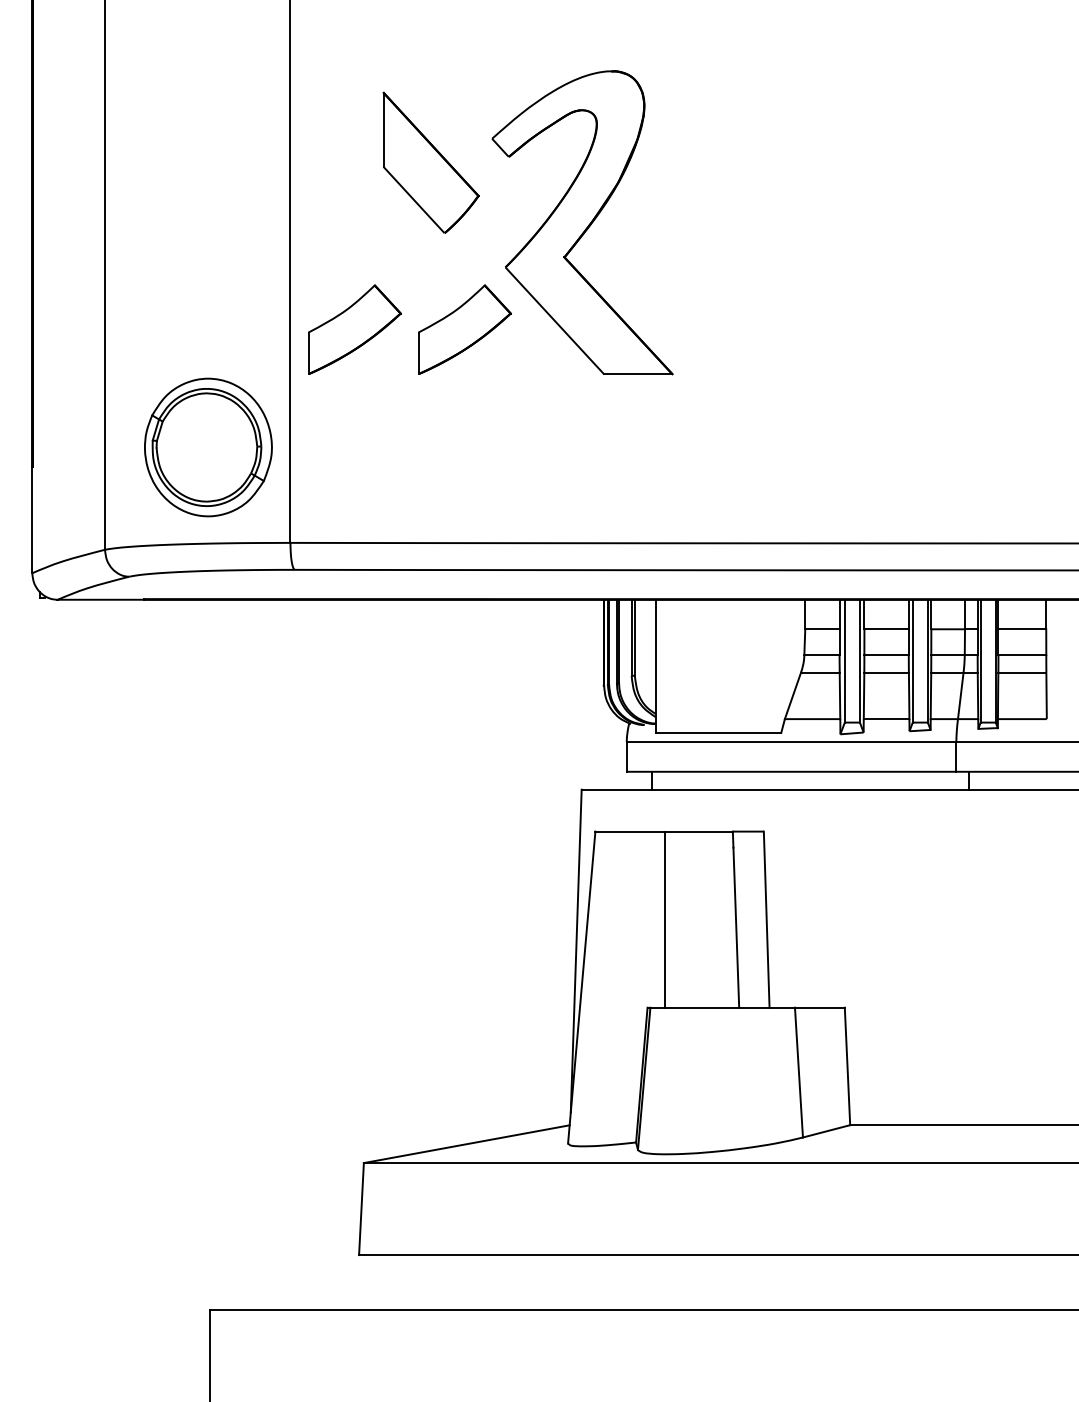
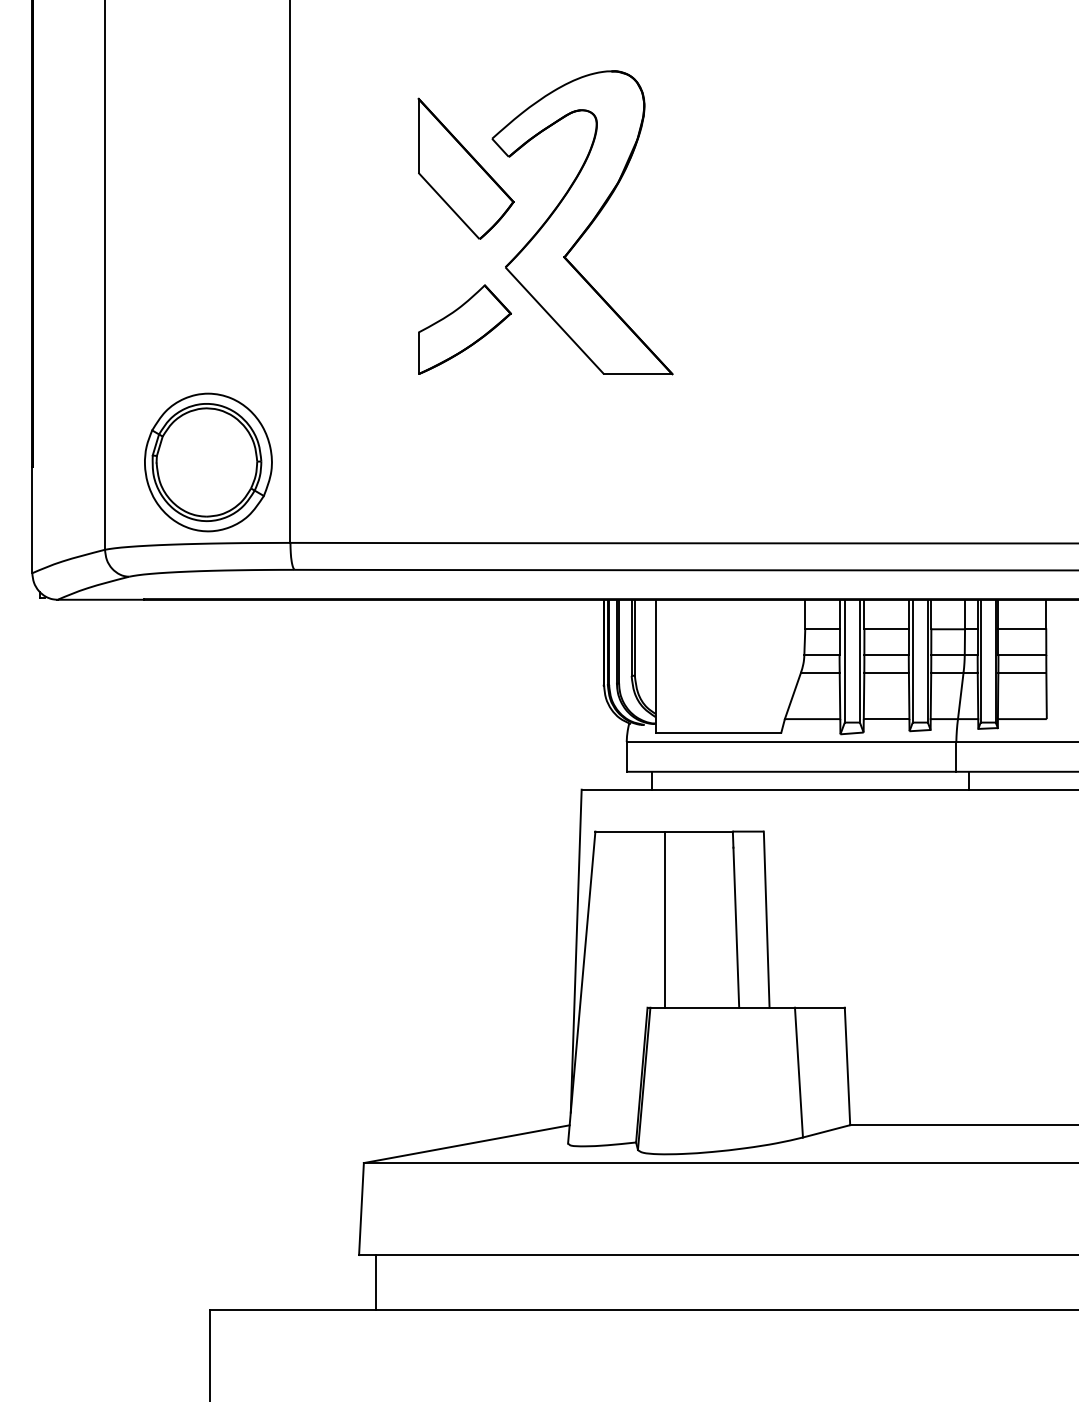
part at (430, 162) position: (430, 162) -> (465, 168)
part at (354, 329): present -> none
part at (208, 447) position: (208, 447) -> (208, 462)
line at (375, 1282): none -> present
